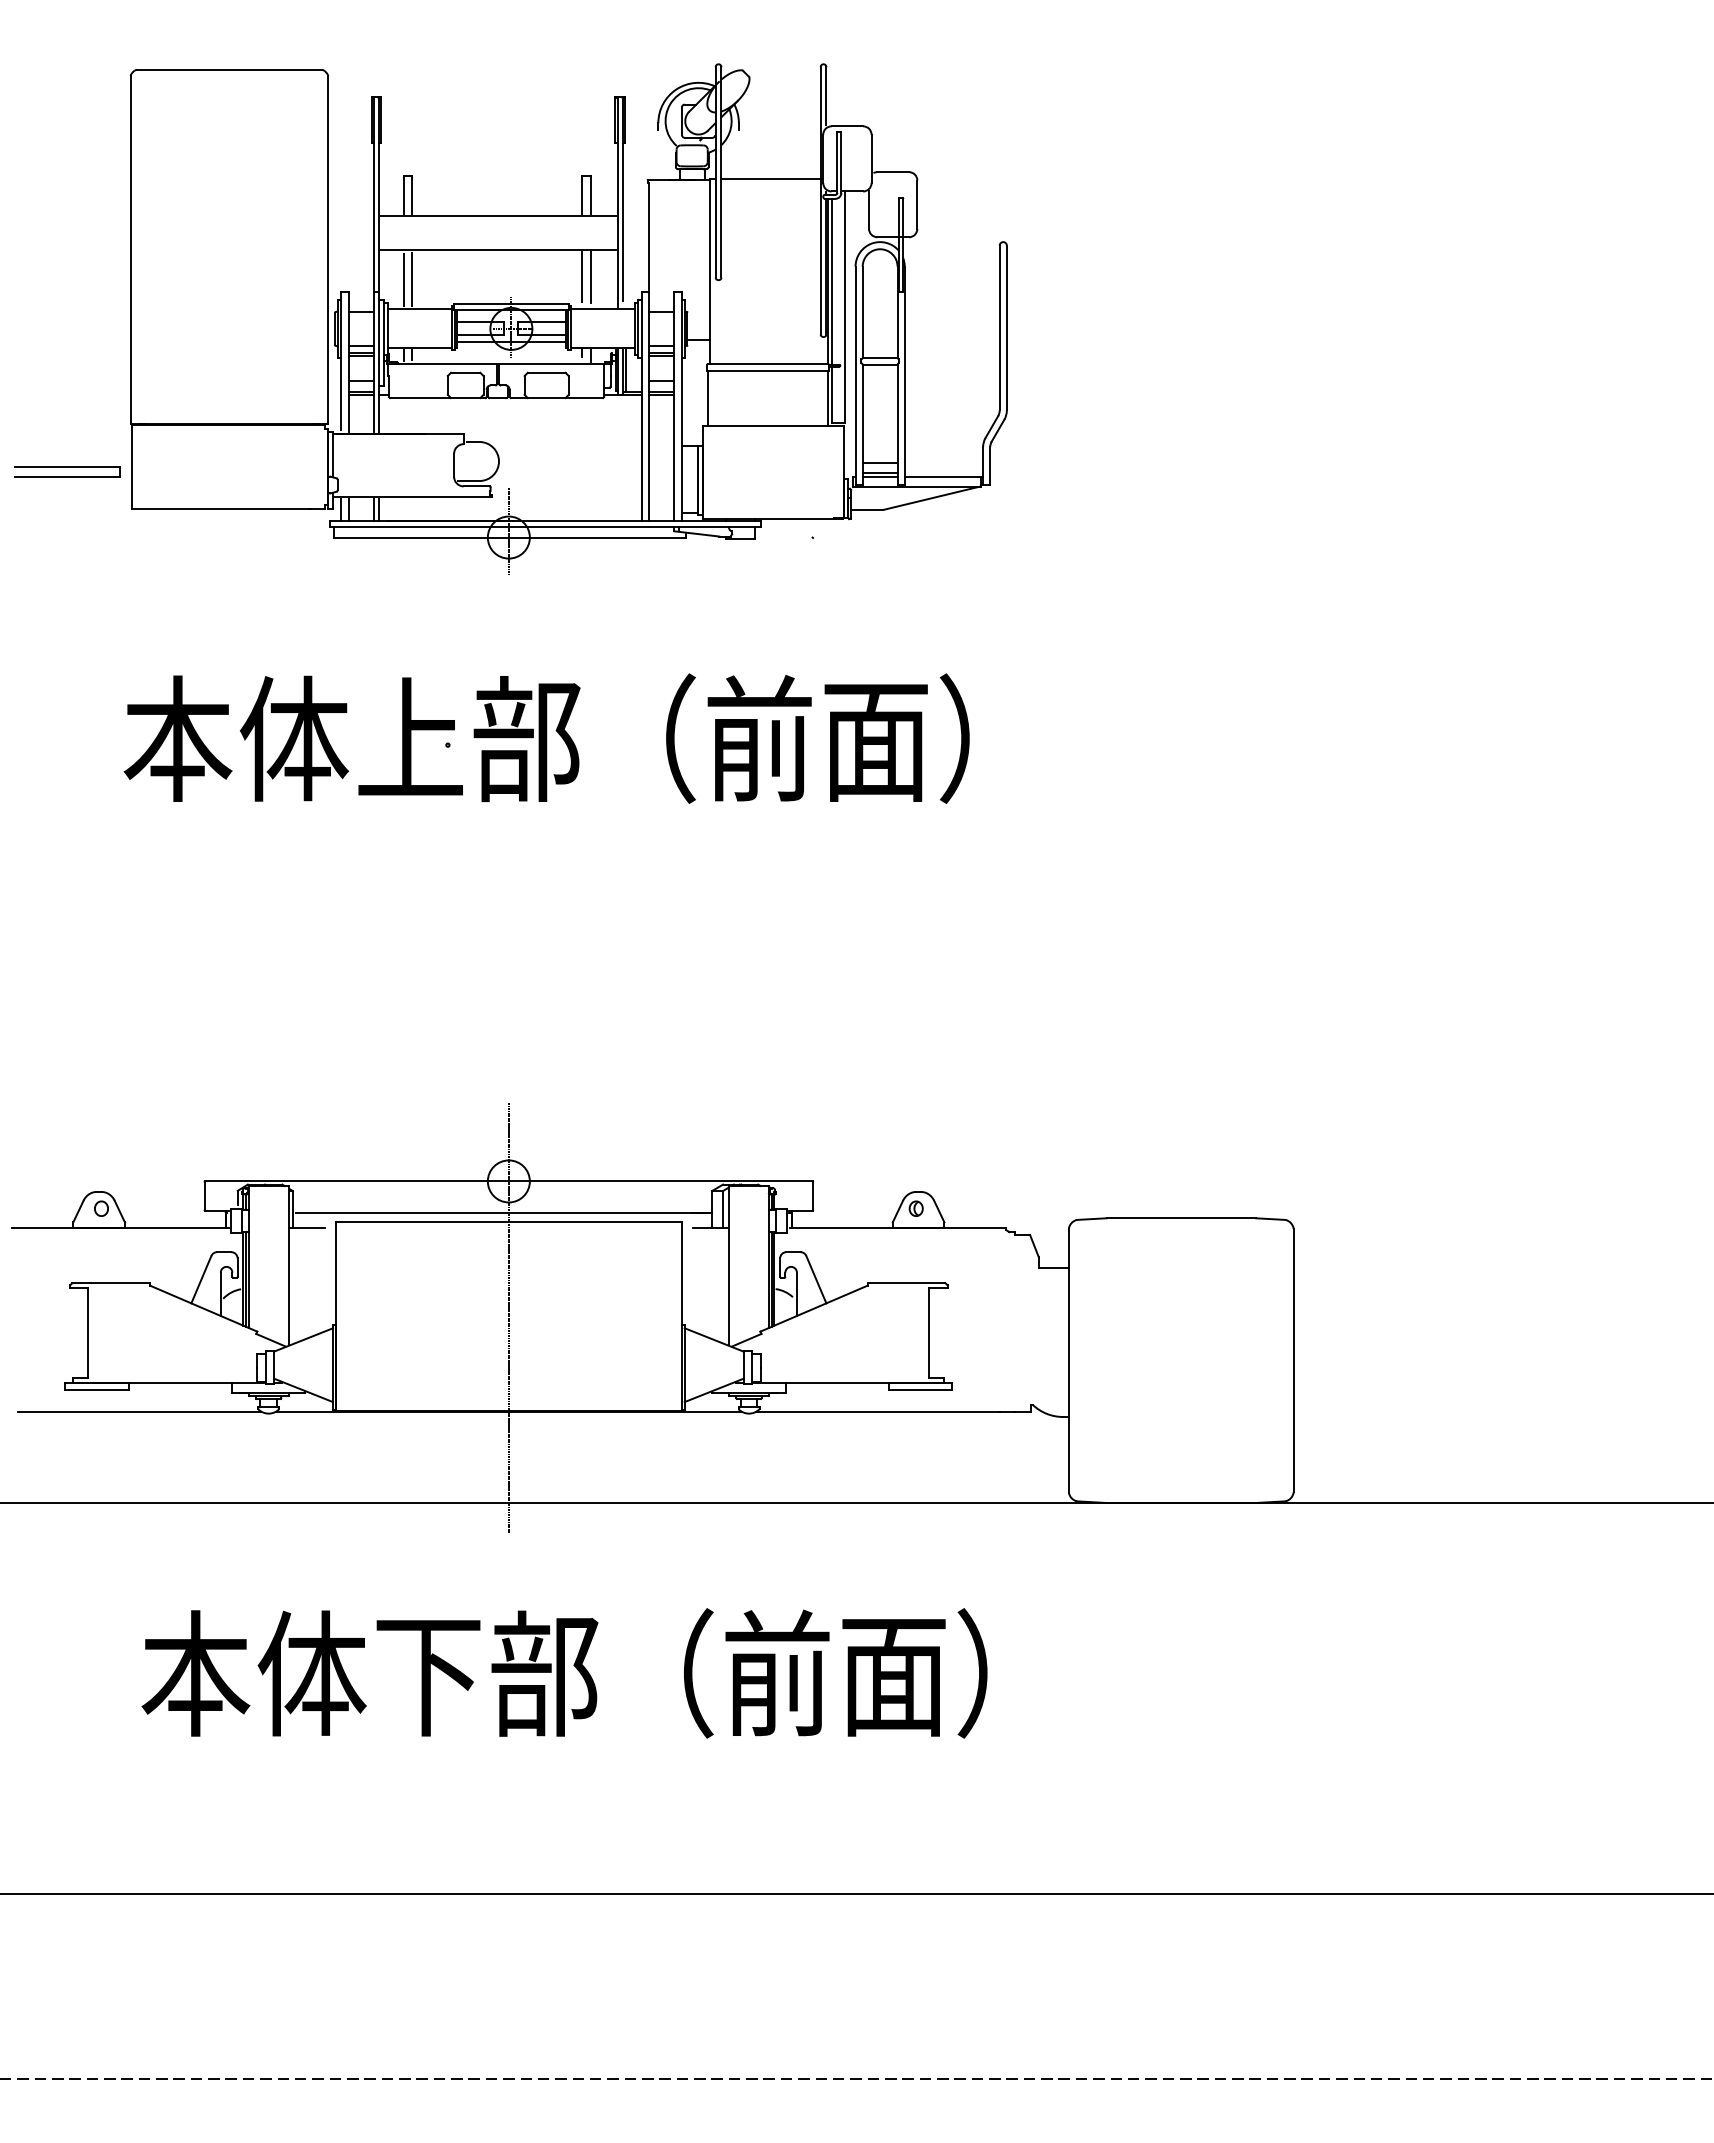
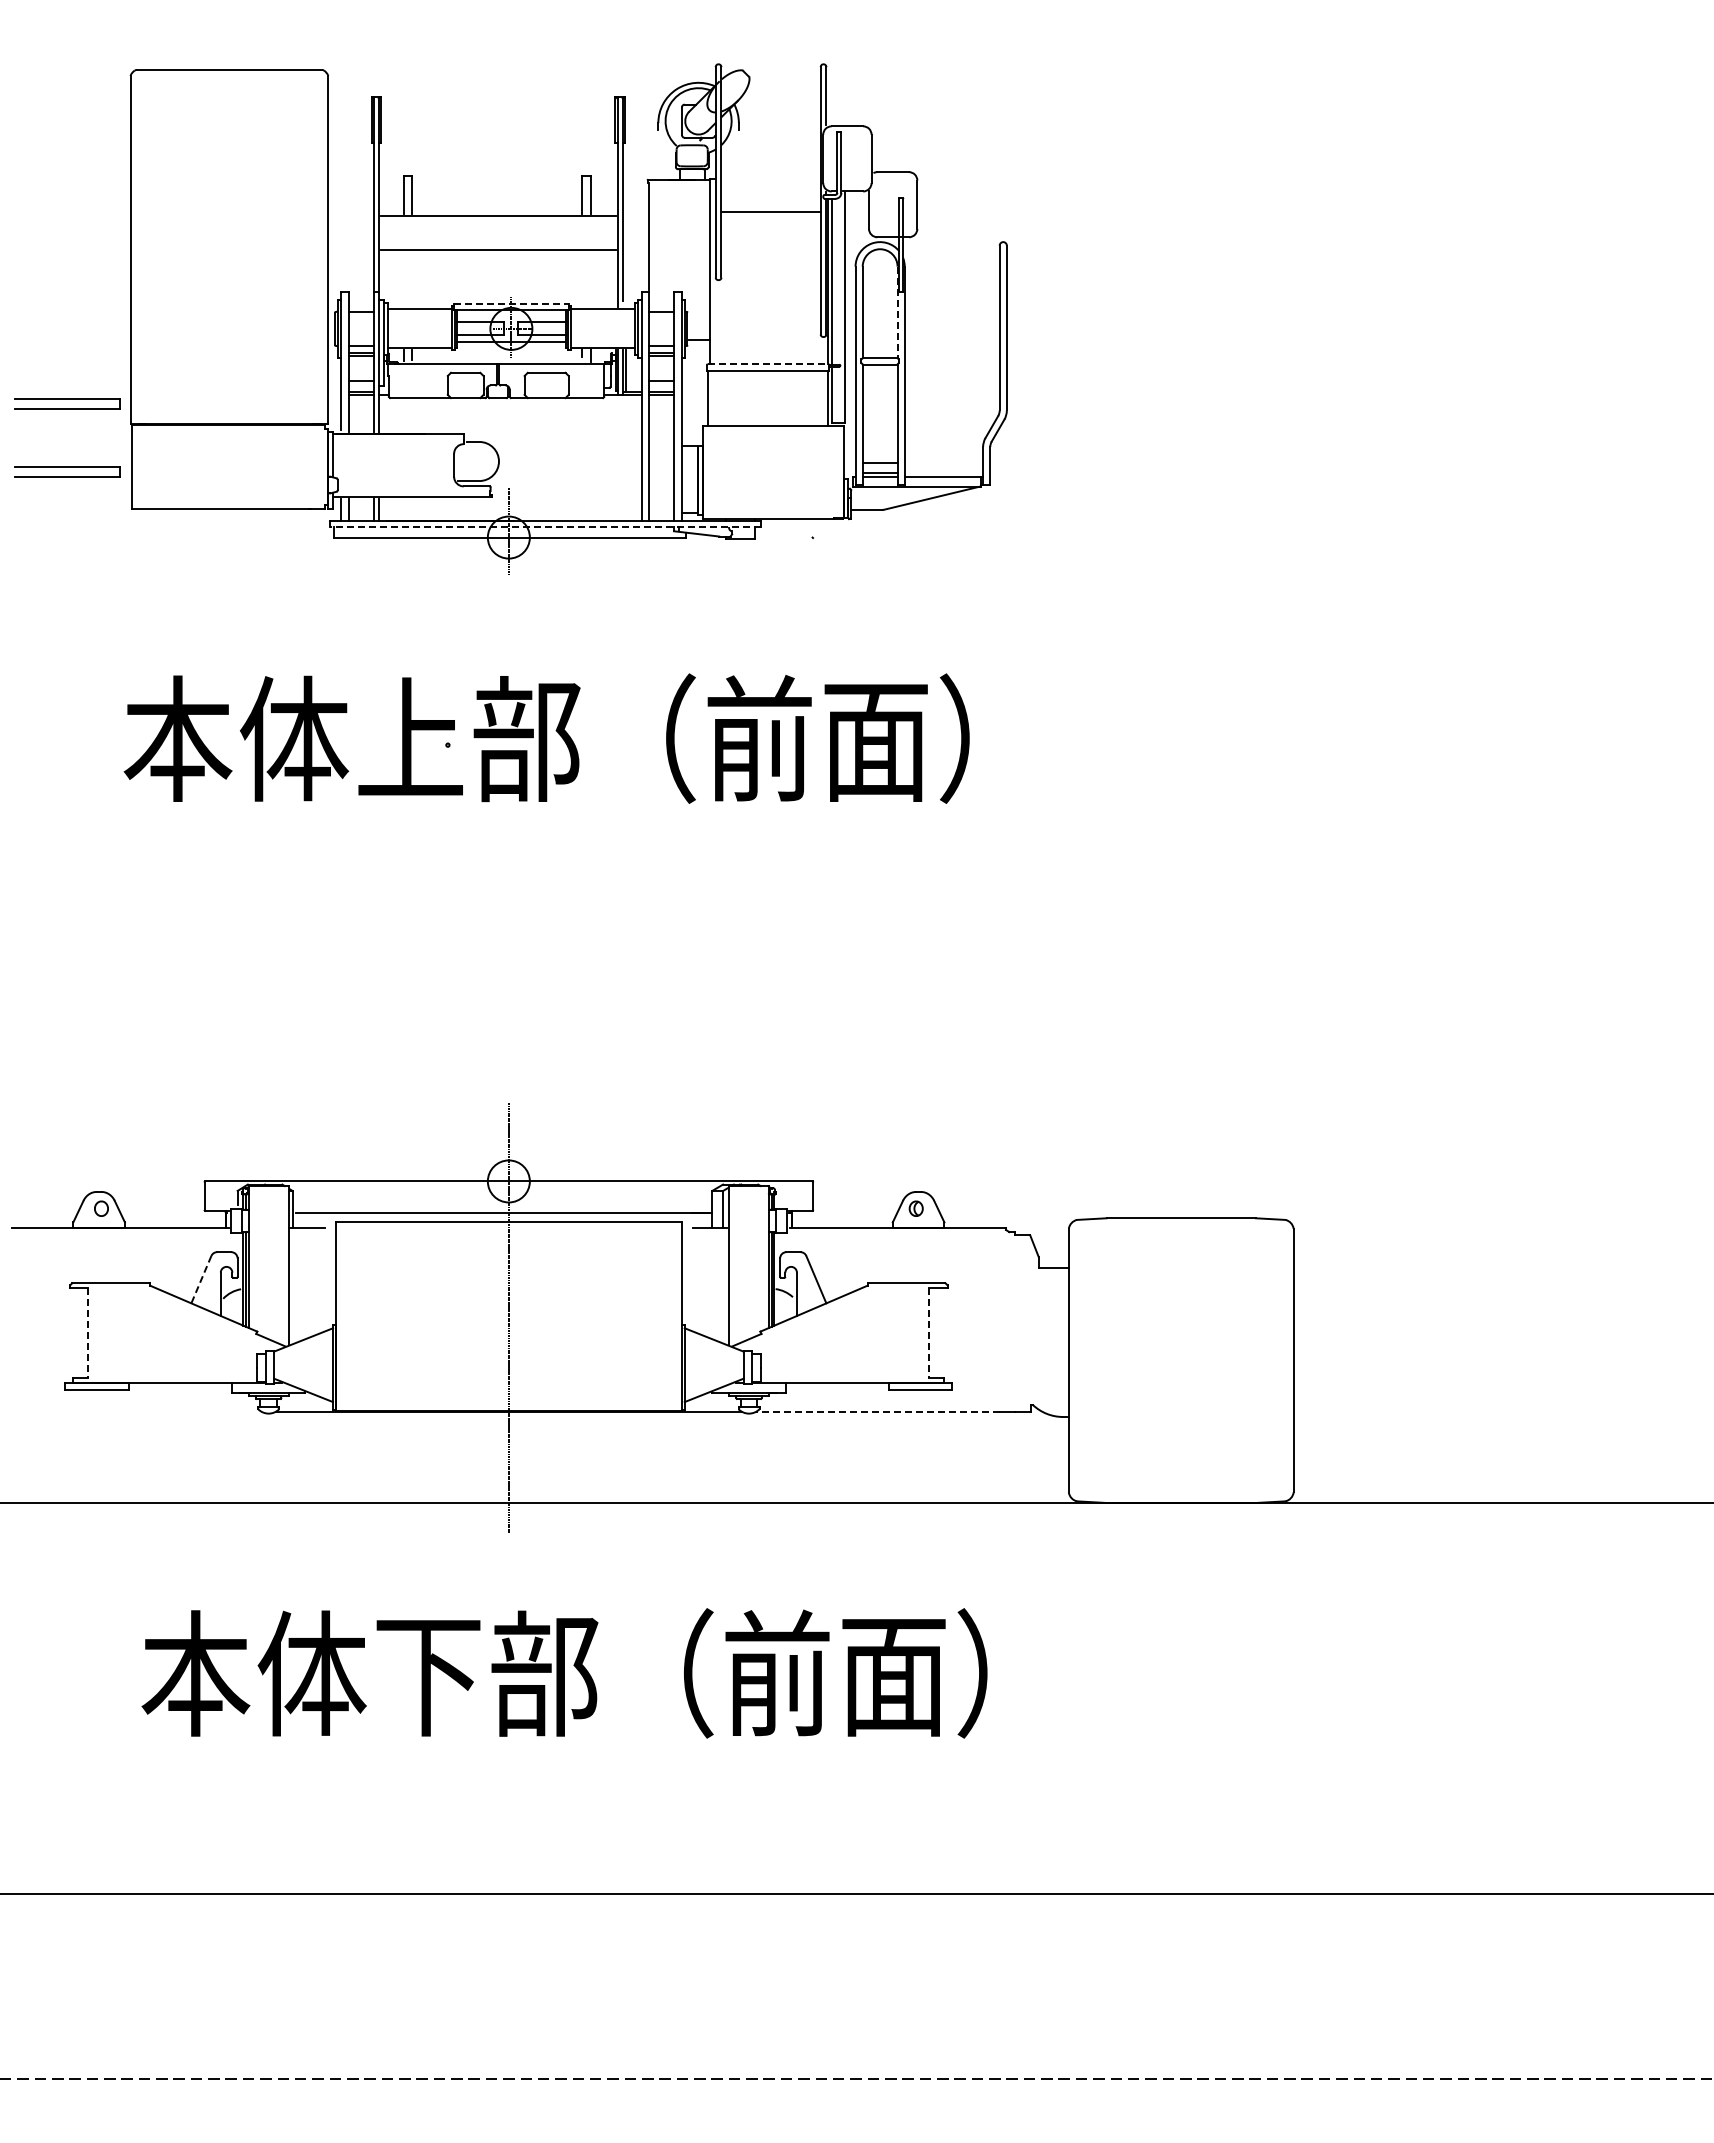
line at (770, 179) position: (770, 179) -> (770, 212)
line at (582, 276): present -> none
line at (590, 276): present -> none
line at (404, 279): present -> none
line at (411, 279): present -> none
line at (511, 303): solid -> dashed
line at (897, 312): solid -> dashed
line at (768, 364): solid -> dashed
part at (67, 403): none -> present
line at (544, 527): solid -> dashed
line at (201, 1279): solid -> dashed
line at (88, 1333): solid -> dashed
line at (929, 1333): solid -> dashed
line at (139, 1411): present -> none
line at (877, 1411): solid -> dashed
